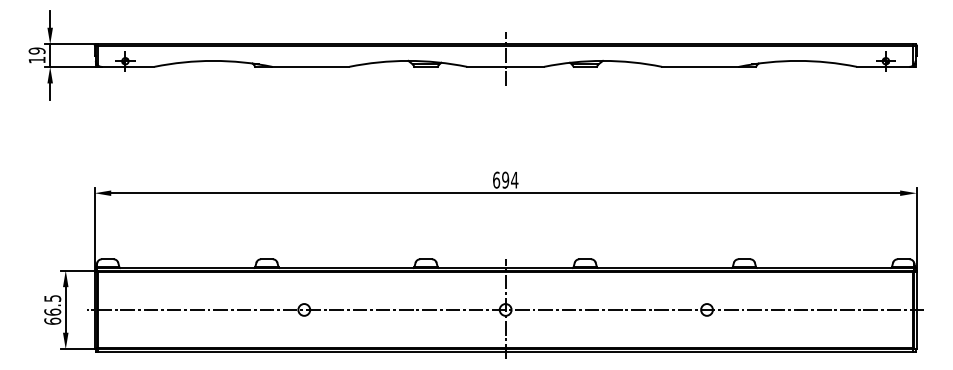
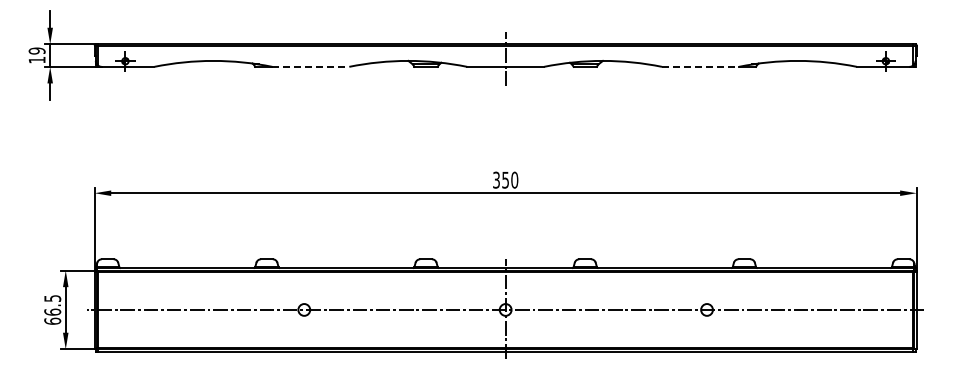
line at (311, 66): solid -> dashed
line at (701, 66): solid -> dashed
text at (505, 179): 694 -> 350
